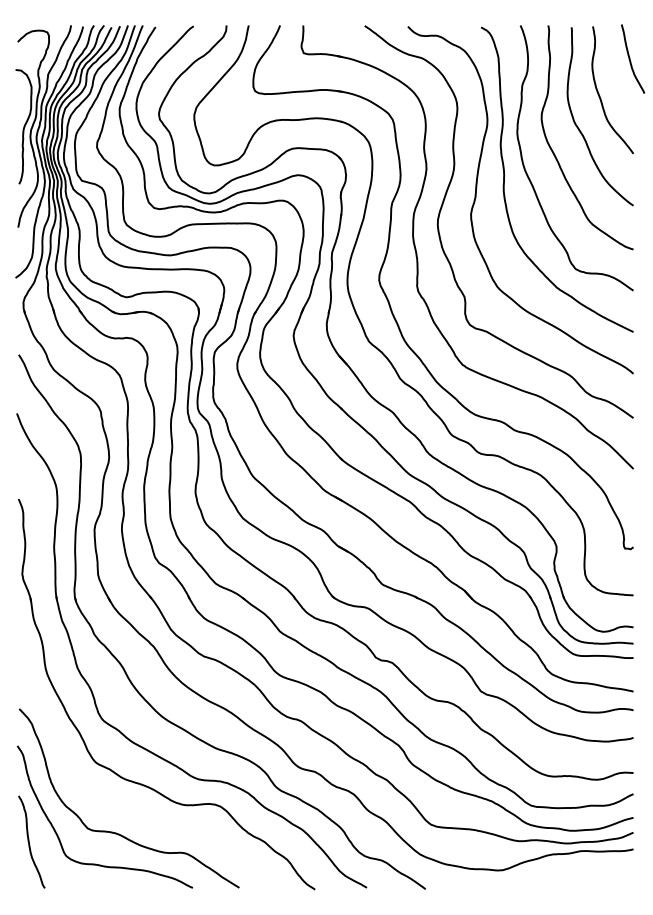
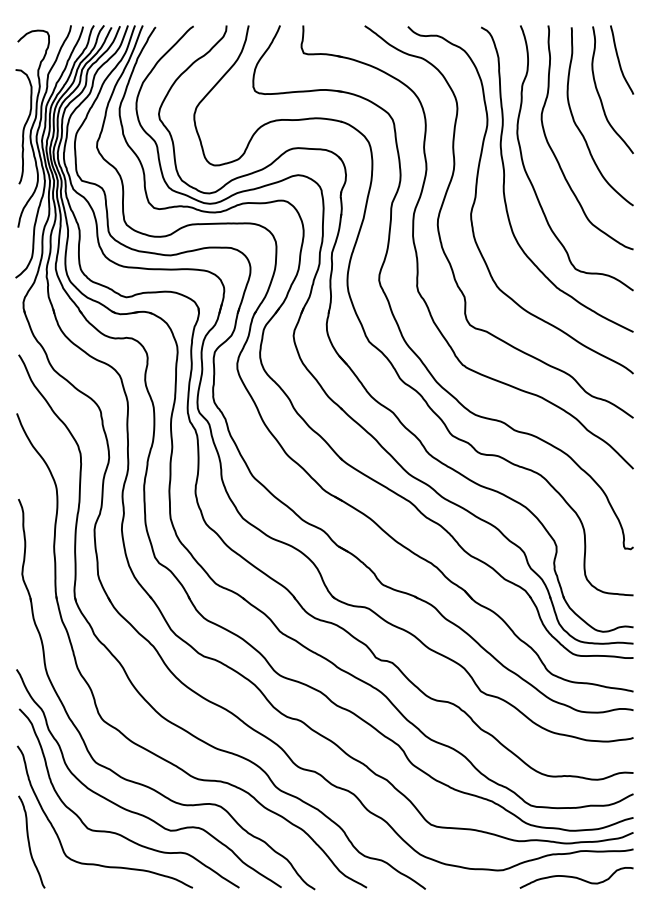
curve at (630, 58) position: (630, 58) -> (619, 59)
curve at (137, 812): none -> present
curve at (576, 877): none -> present
